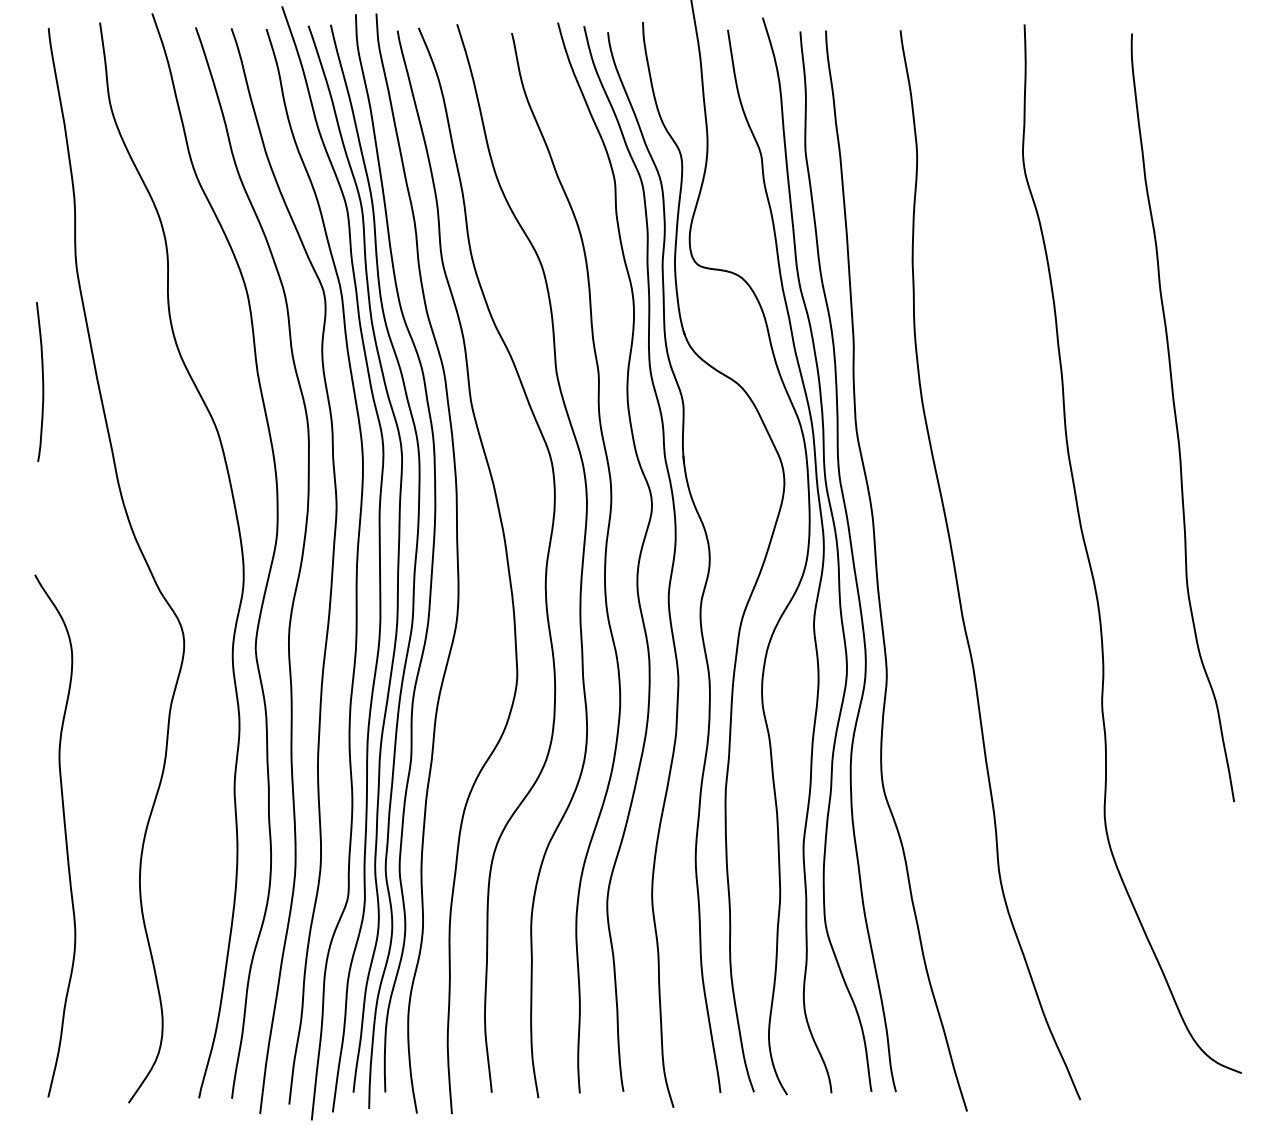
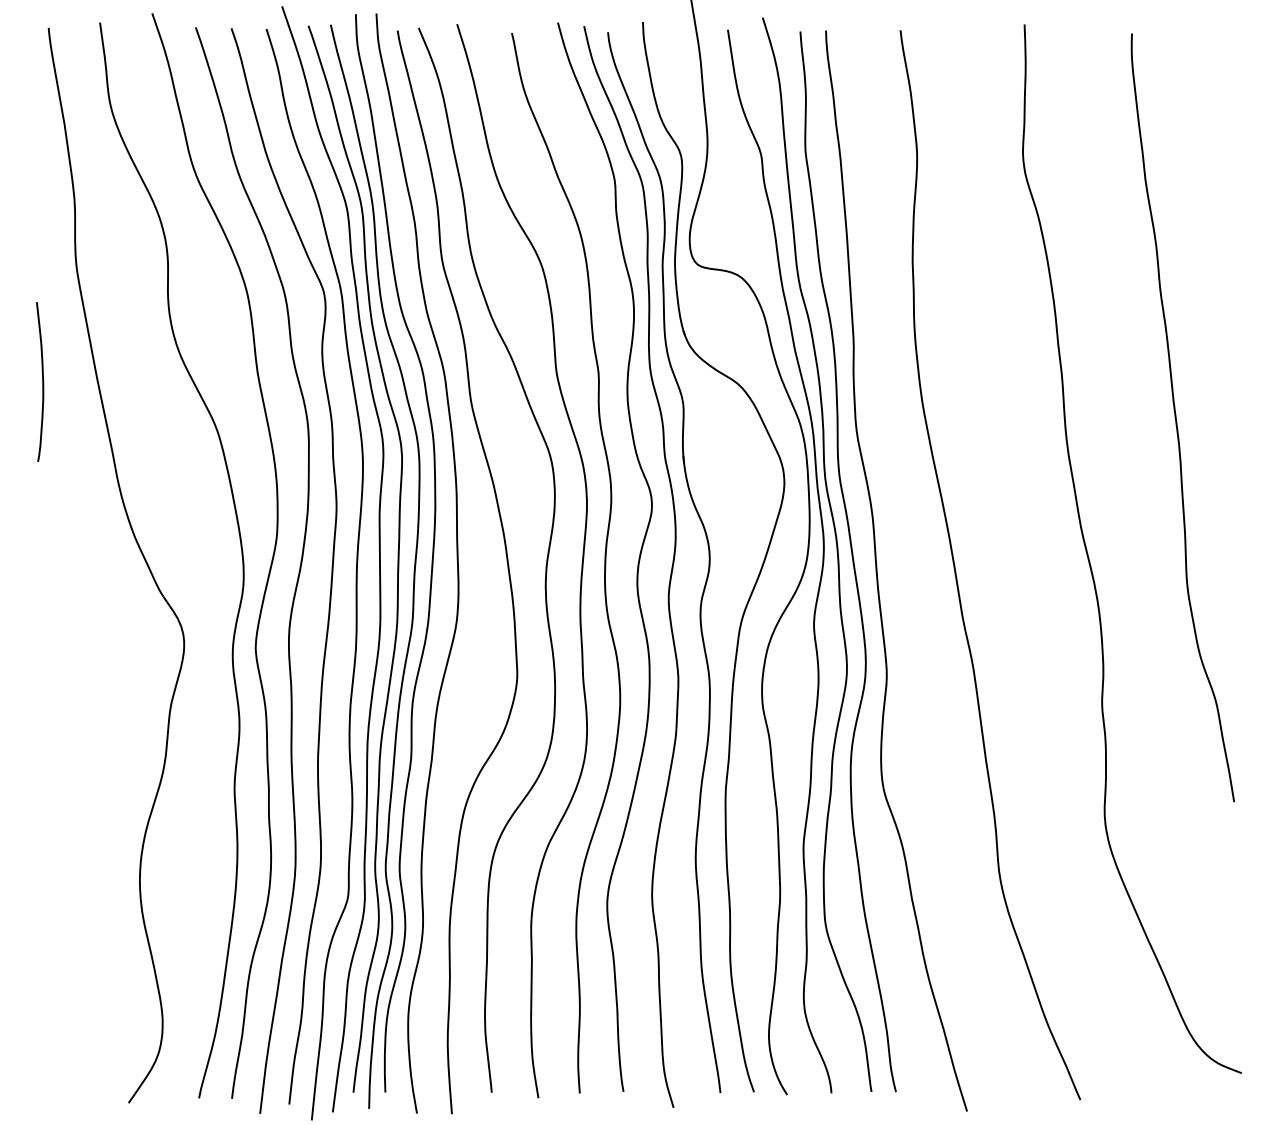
curve at (64, 834): present -> none
